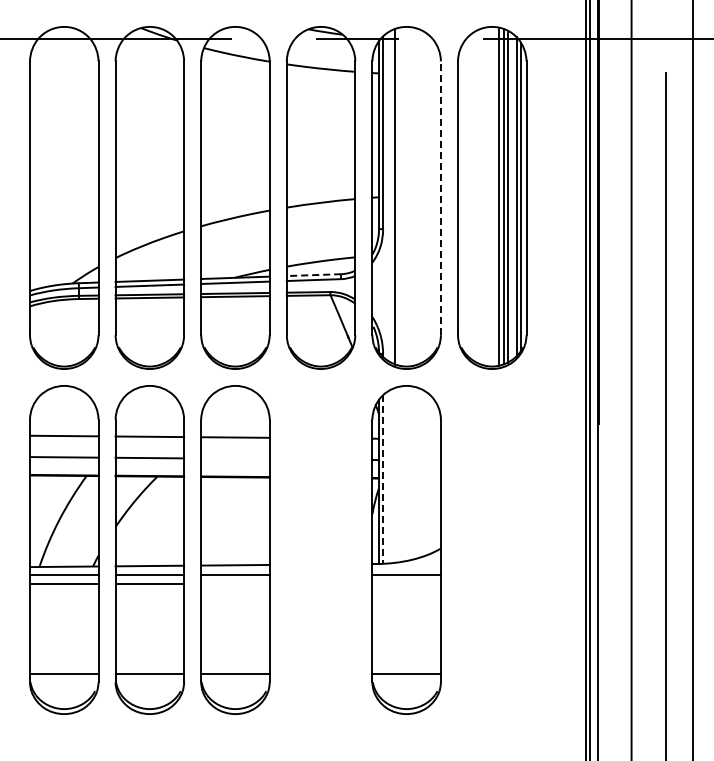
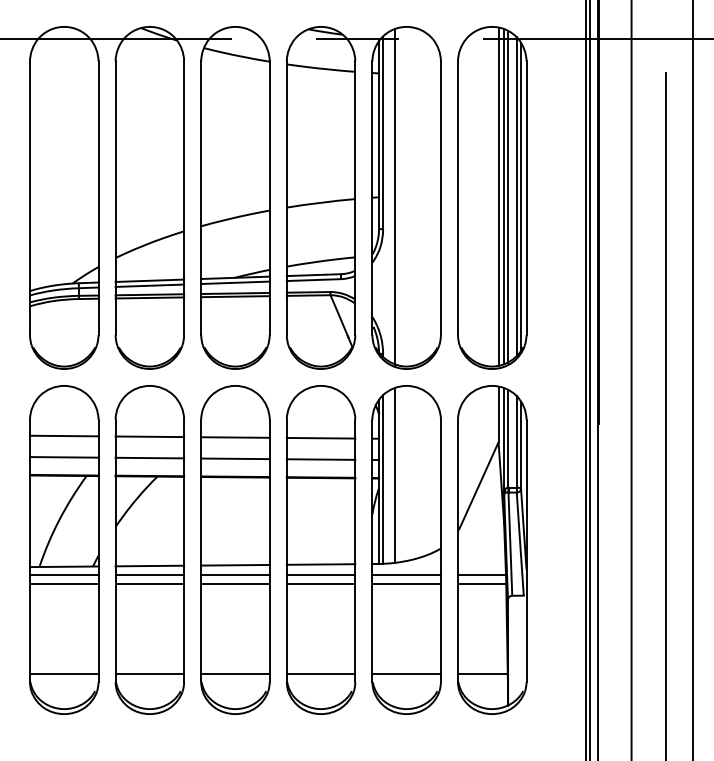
line at (440, 198): dashed -> solid
line at (313, 275): dashed -> solid
line at (235, 458): none -> present
line at (395, 474): none -> present
line at (383, 480): dashed -> solid
part at (320, 549): none -> present
part at (492, 549): none -> present
line at (235, 584): none -> present
line at (406, 584): none -> present
